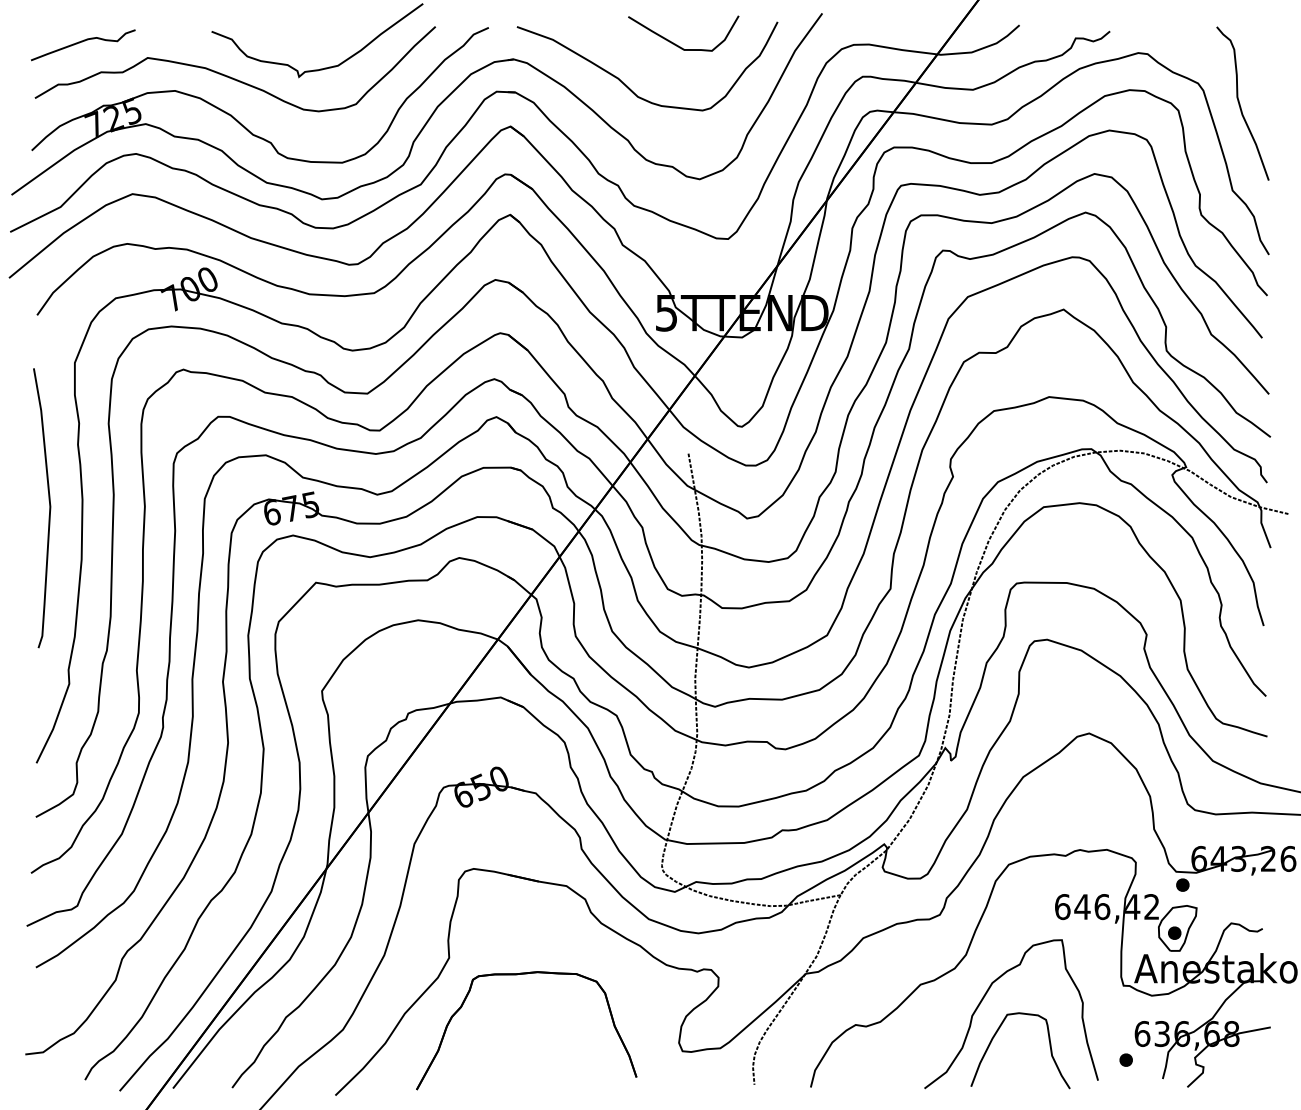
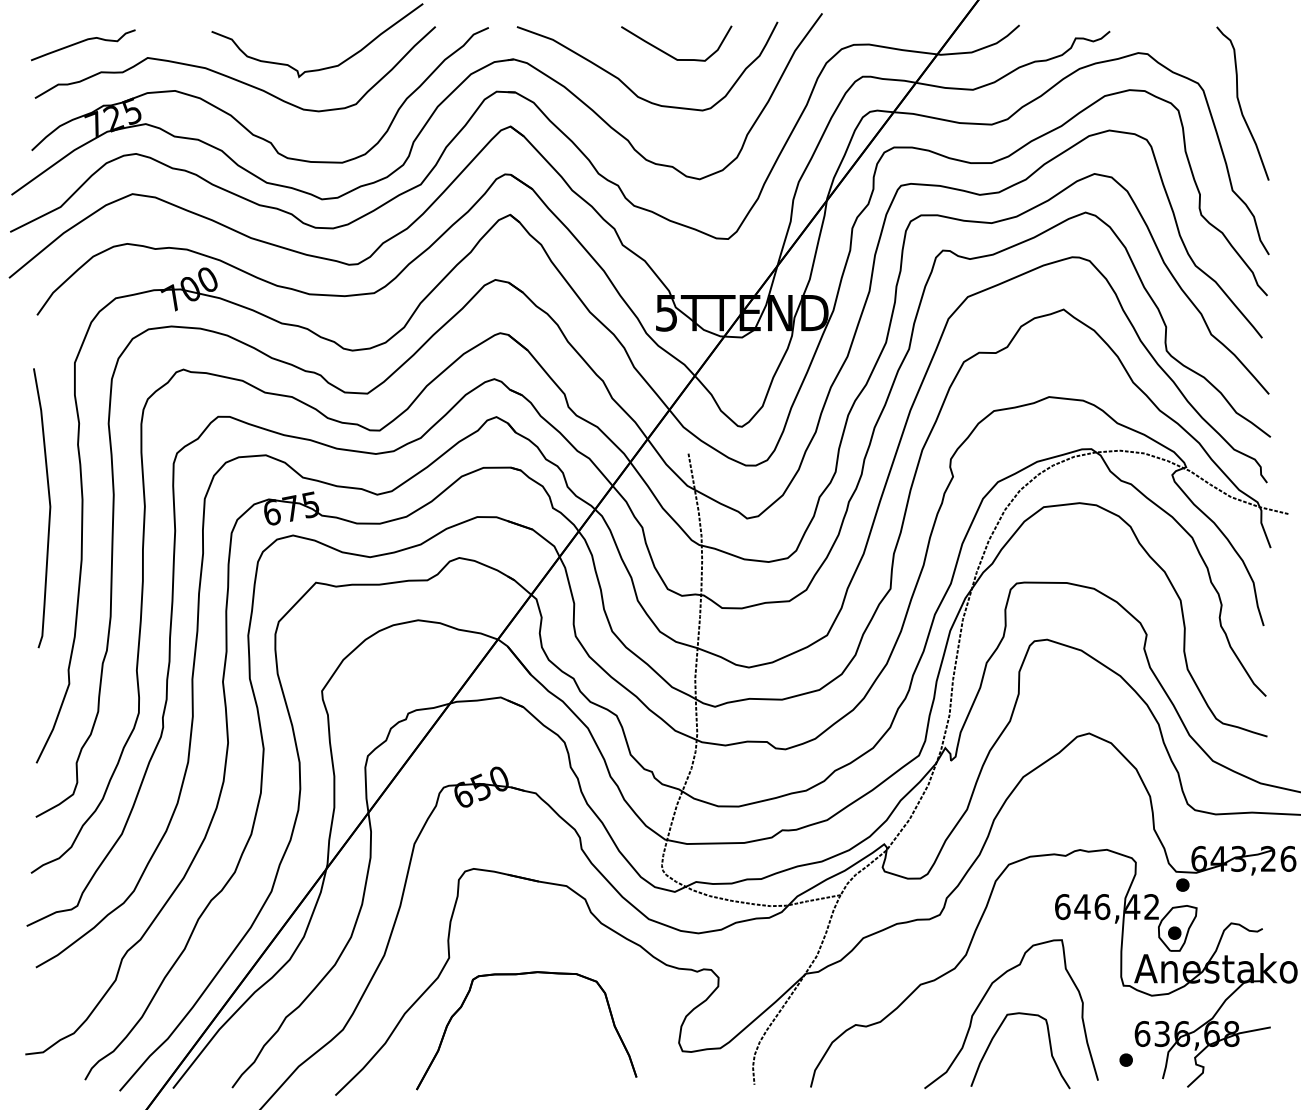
part at (677, 44) position: (677, 44) -> (670, 54)
